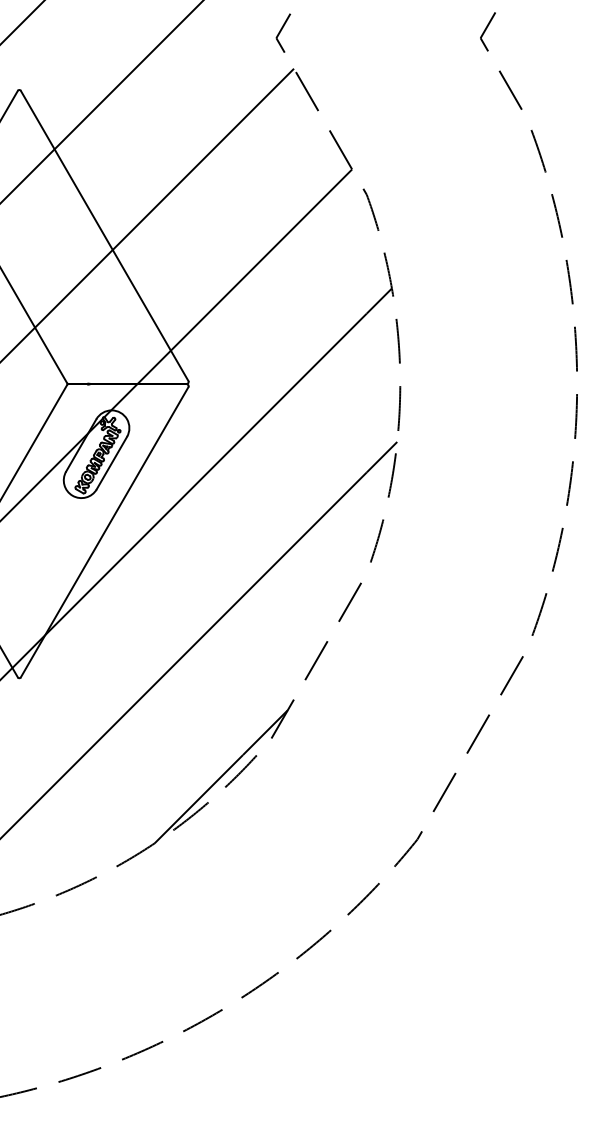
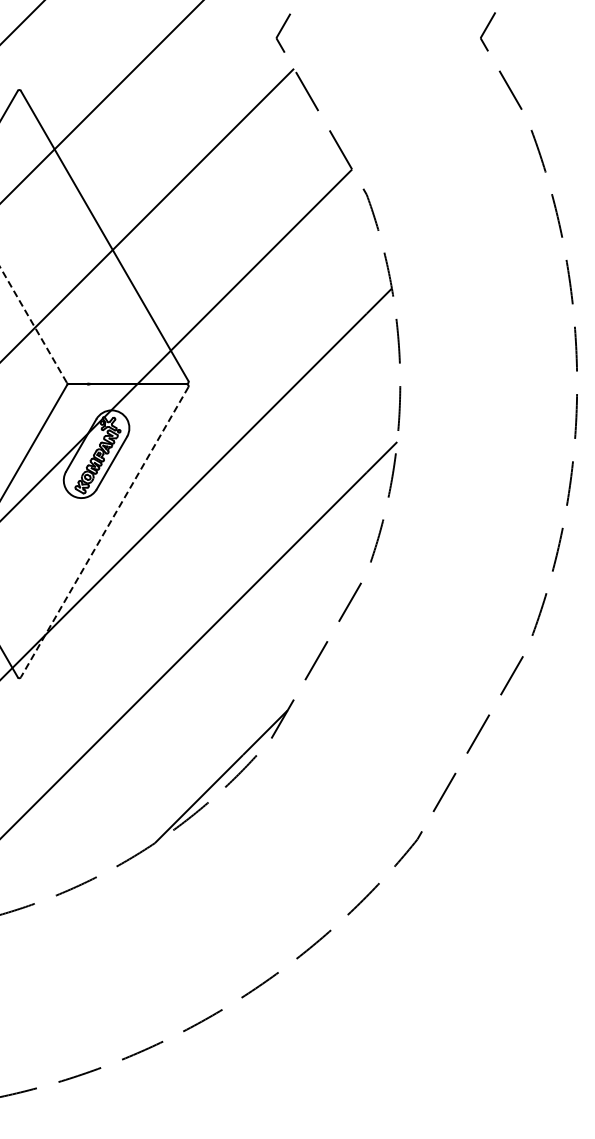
line at (33, 324): solid -> dashed
line at (104, 532): solid -> dashed
